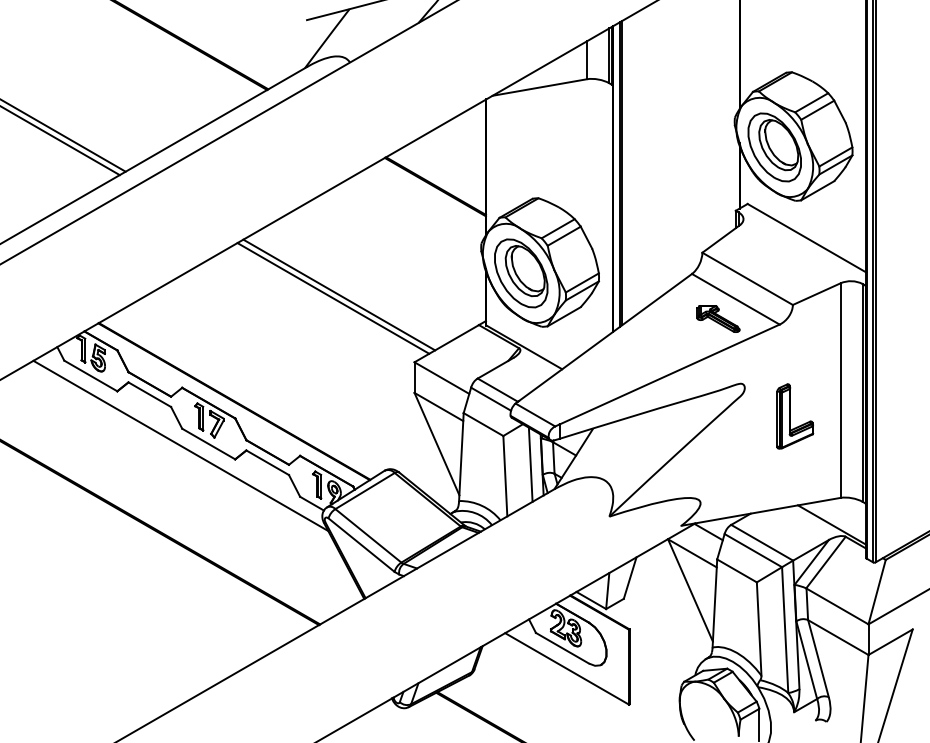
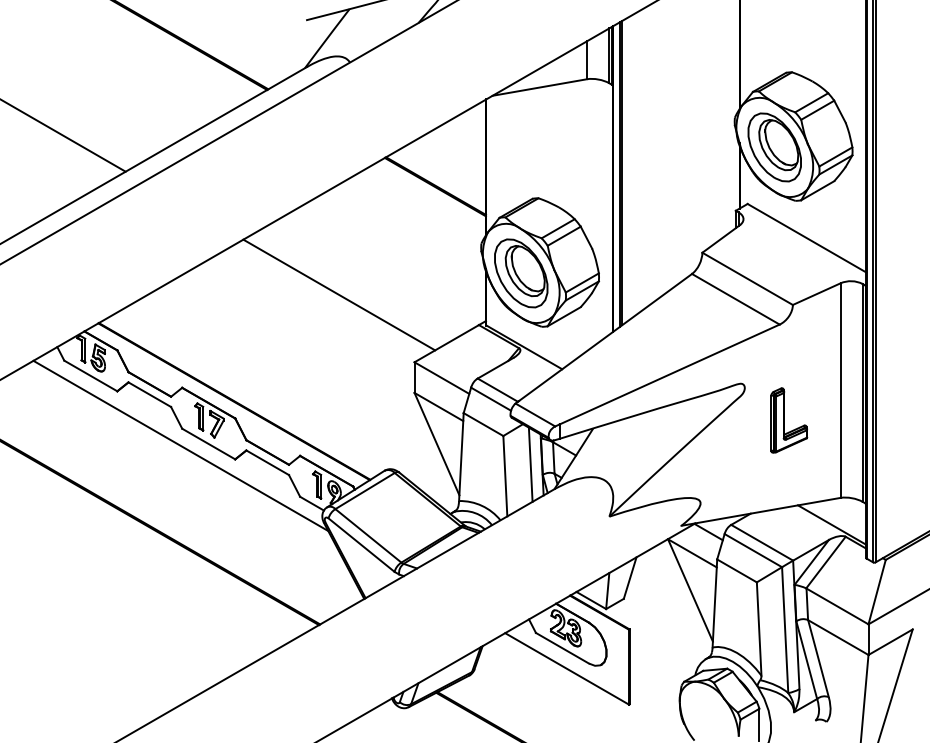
line at (60, 141): present -> none
line at (333, 298): present -> none
part at (718, 318): present -> none
part at (795, 416) position: (795, 416) -> (789, 420)
